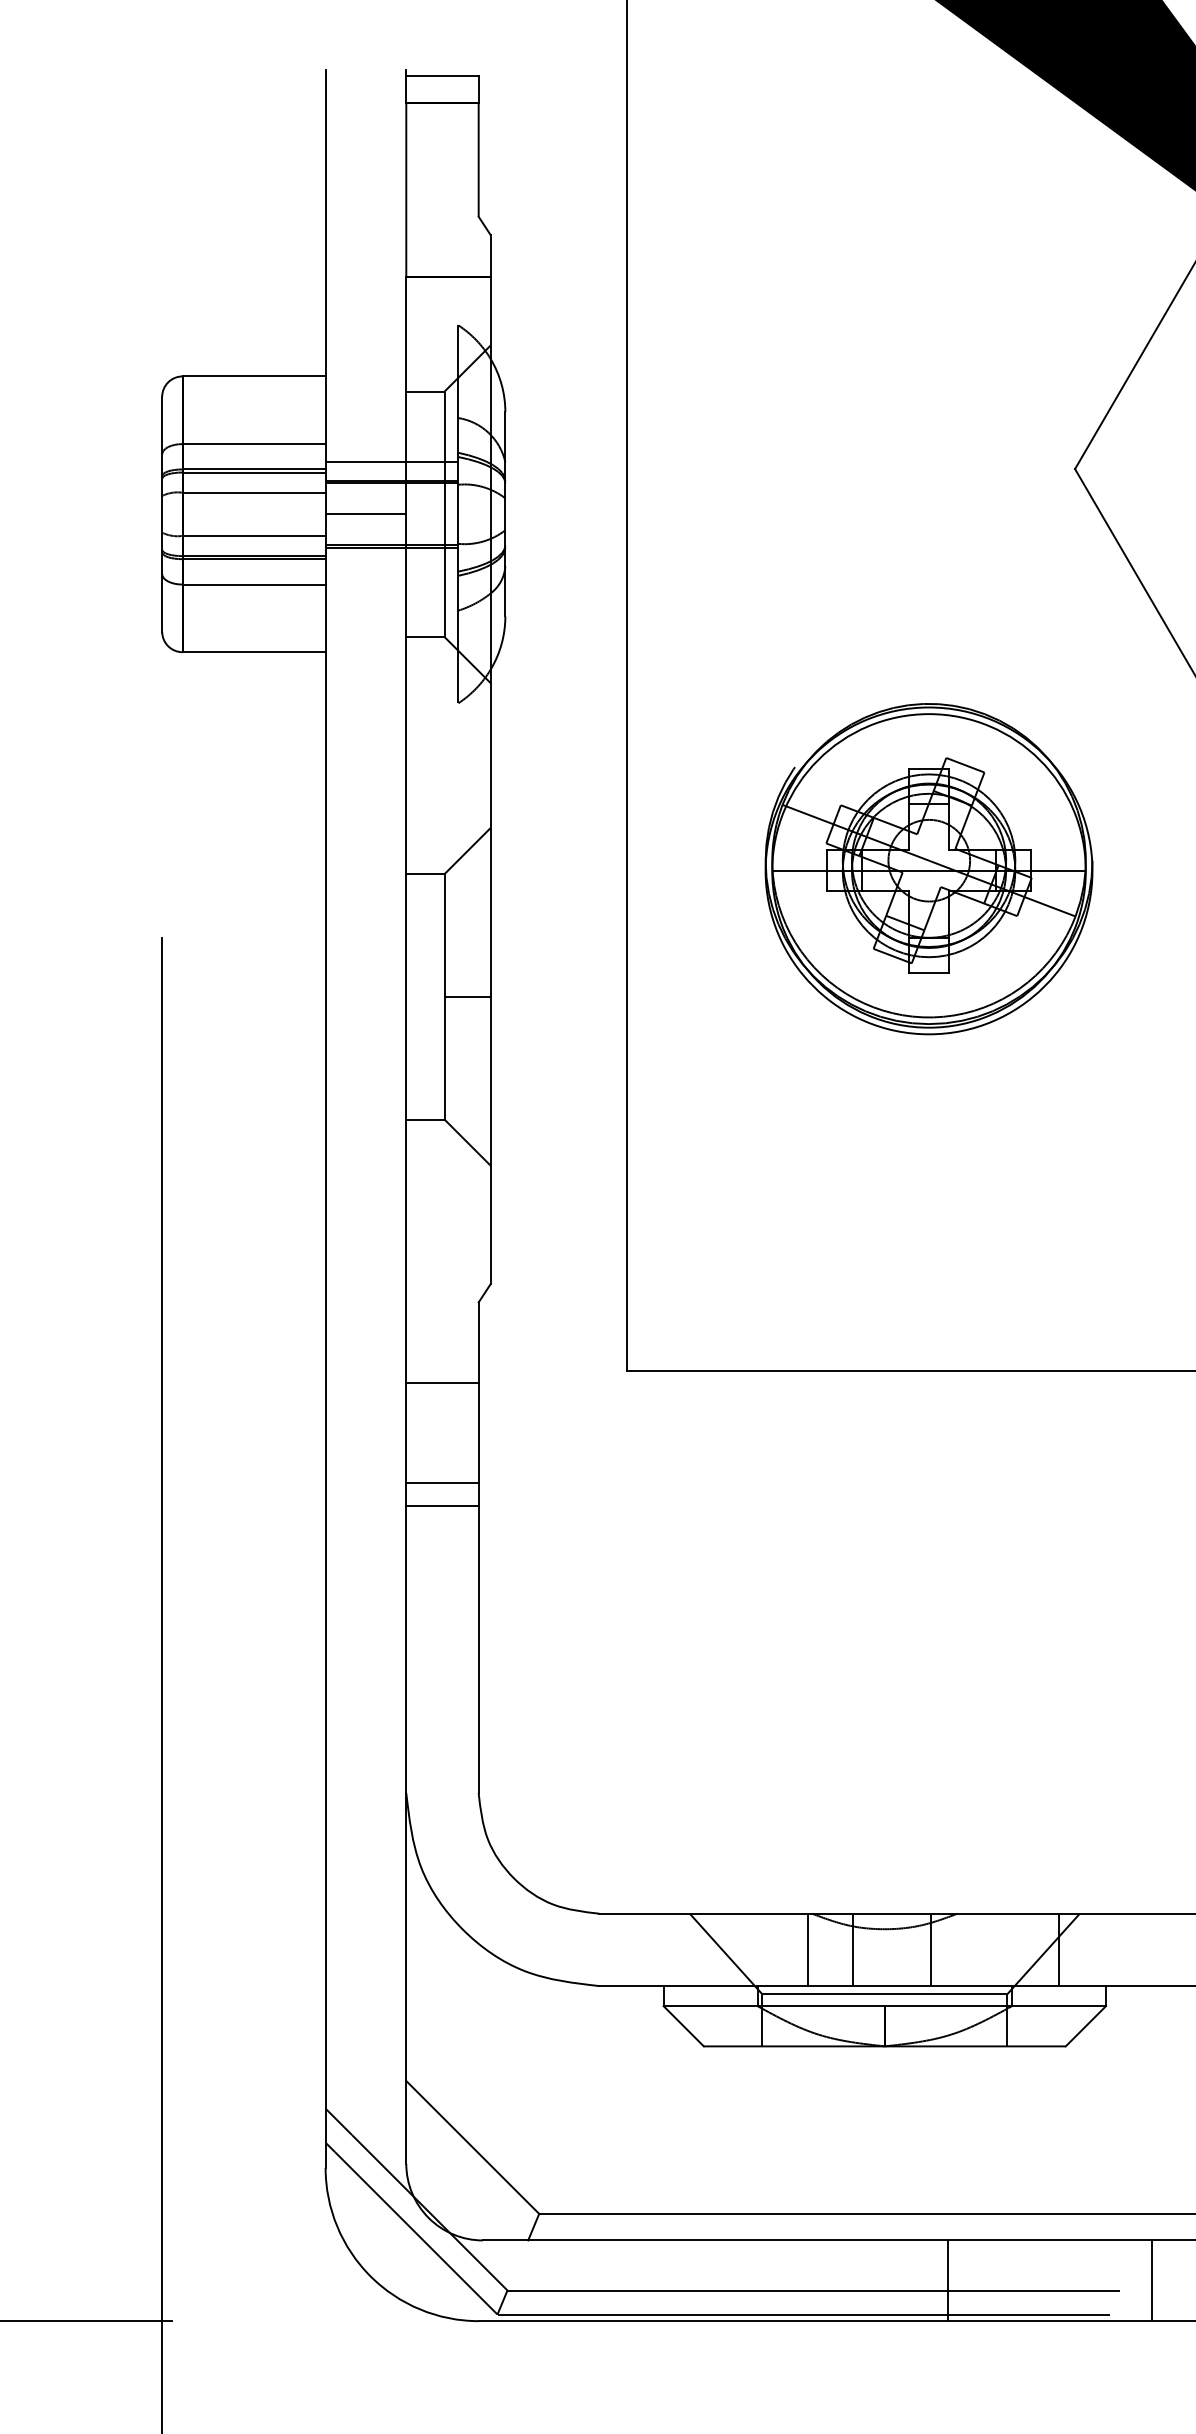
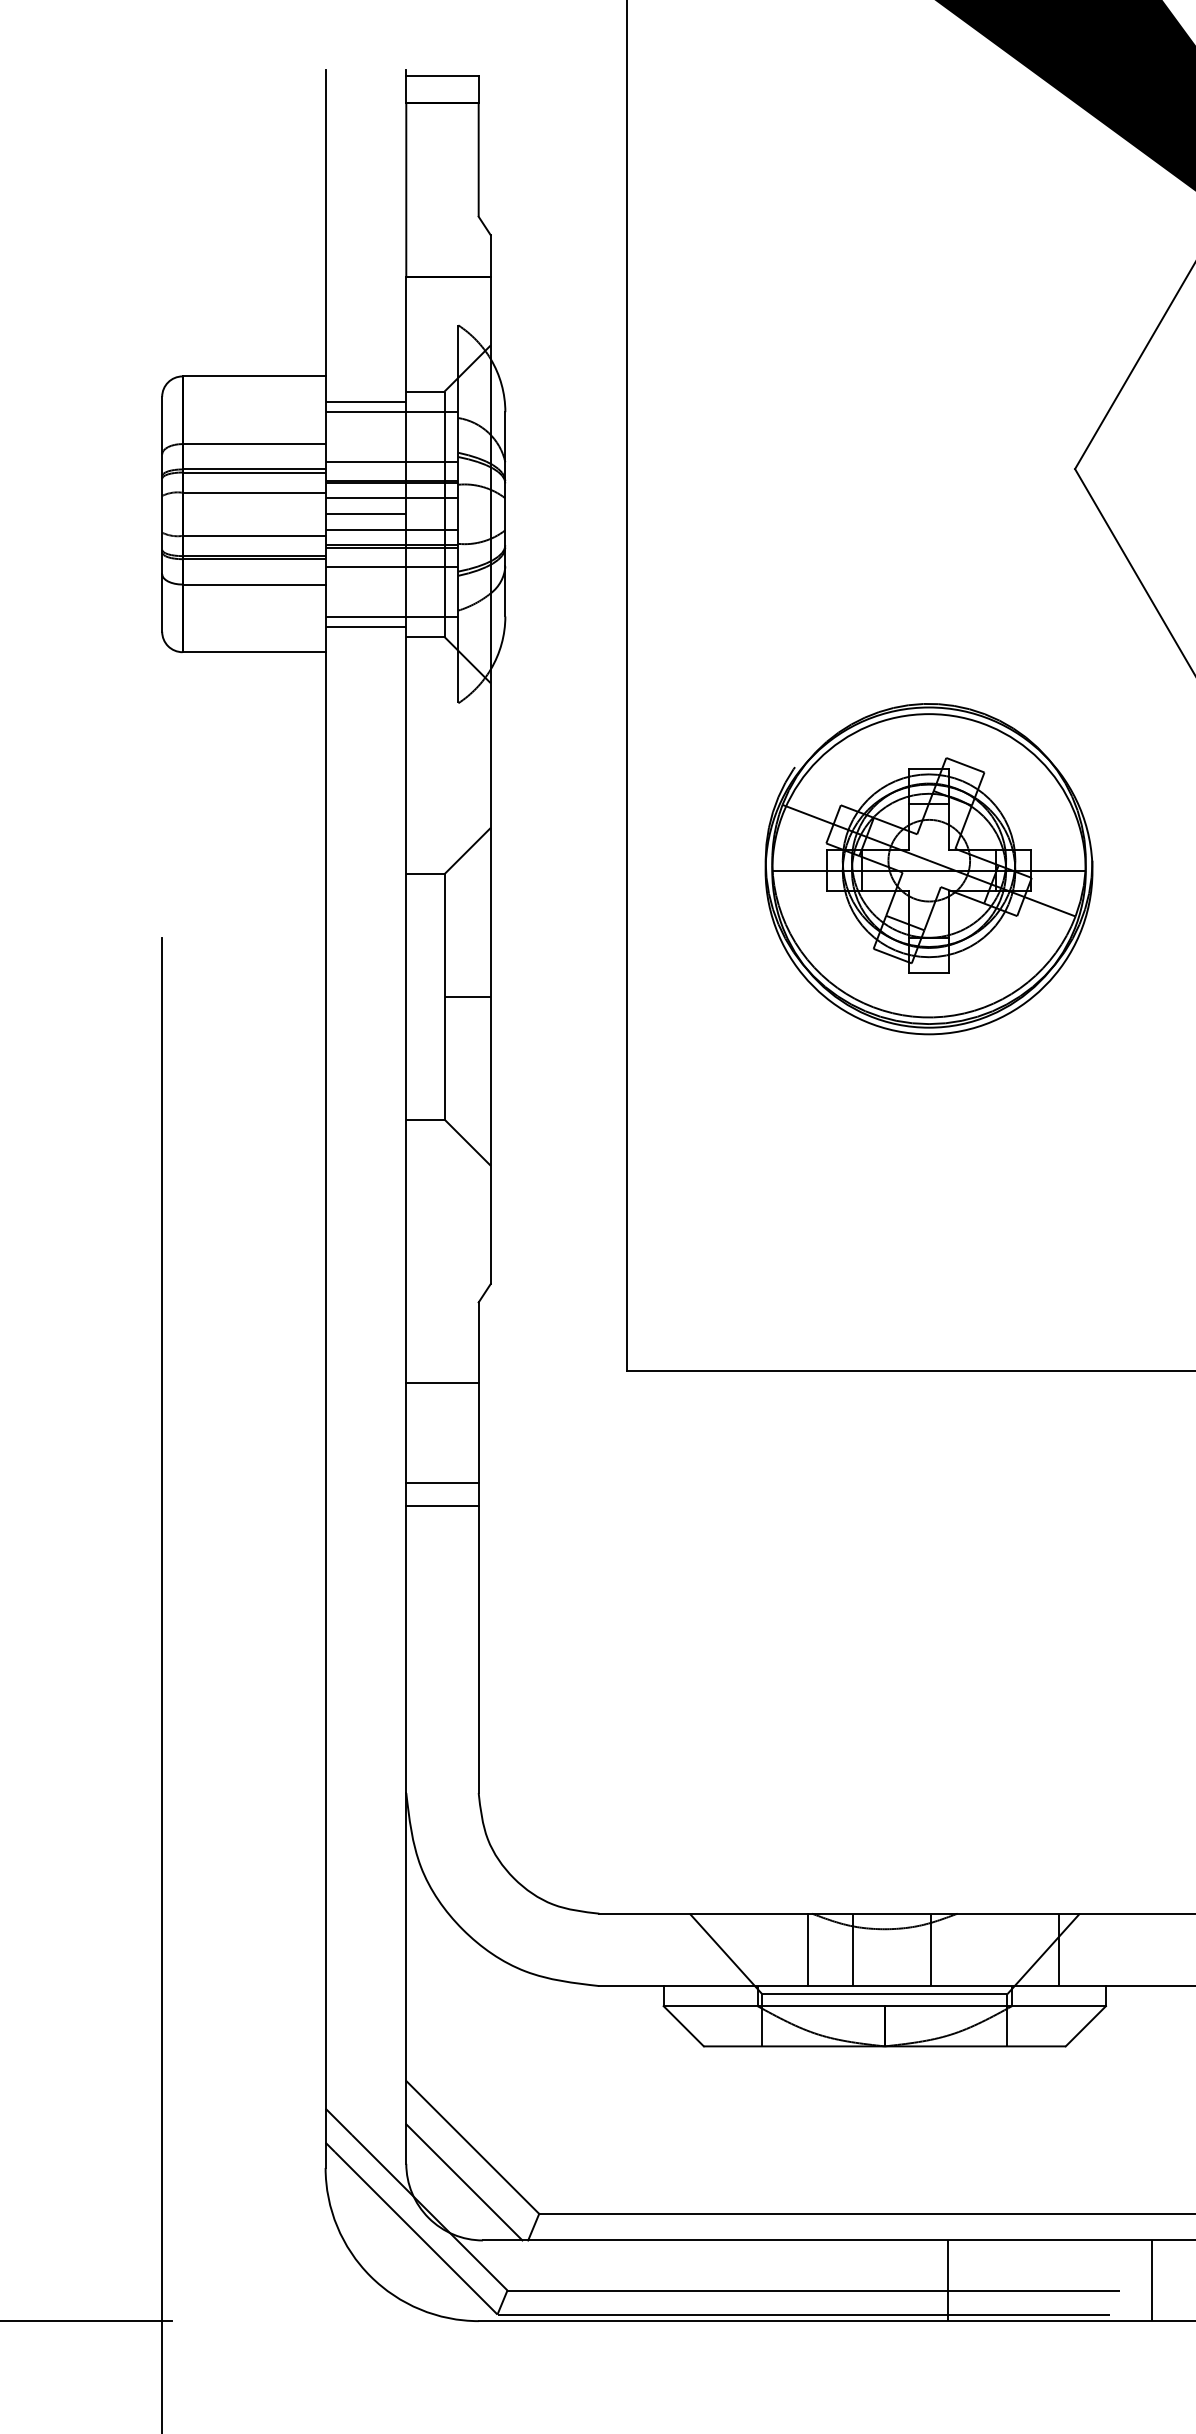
line at (365, 401): none -> present
line at (391, 411): none -> present
line at (391, 498): none -> present
line at (391, 530): none -> present
line at (391, 566): none -> present
line at (391, 616): none -> present
line at (365, 626): none -> present
line at (464, 2182): none -> present
